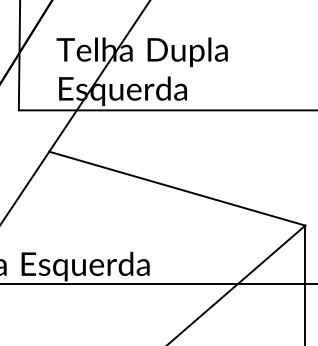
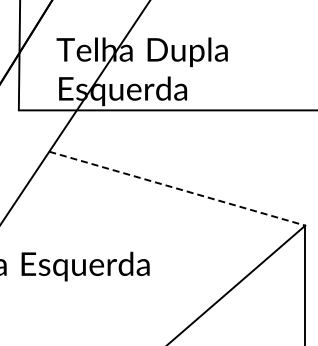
line at (177, 188): solid -> dashed
line at (158, 284): present -> none
